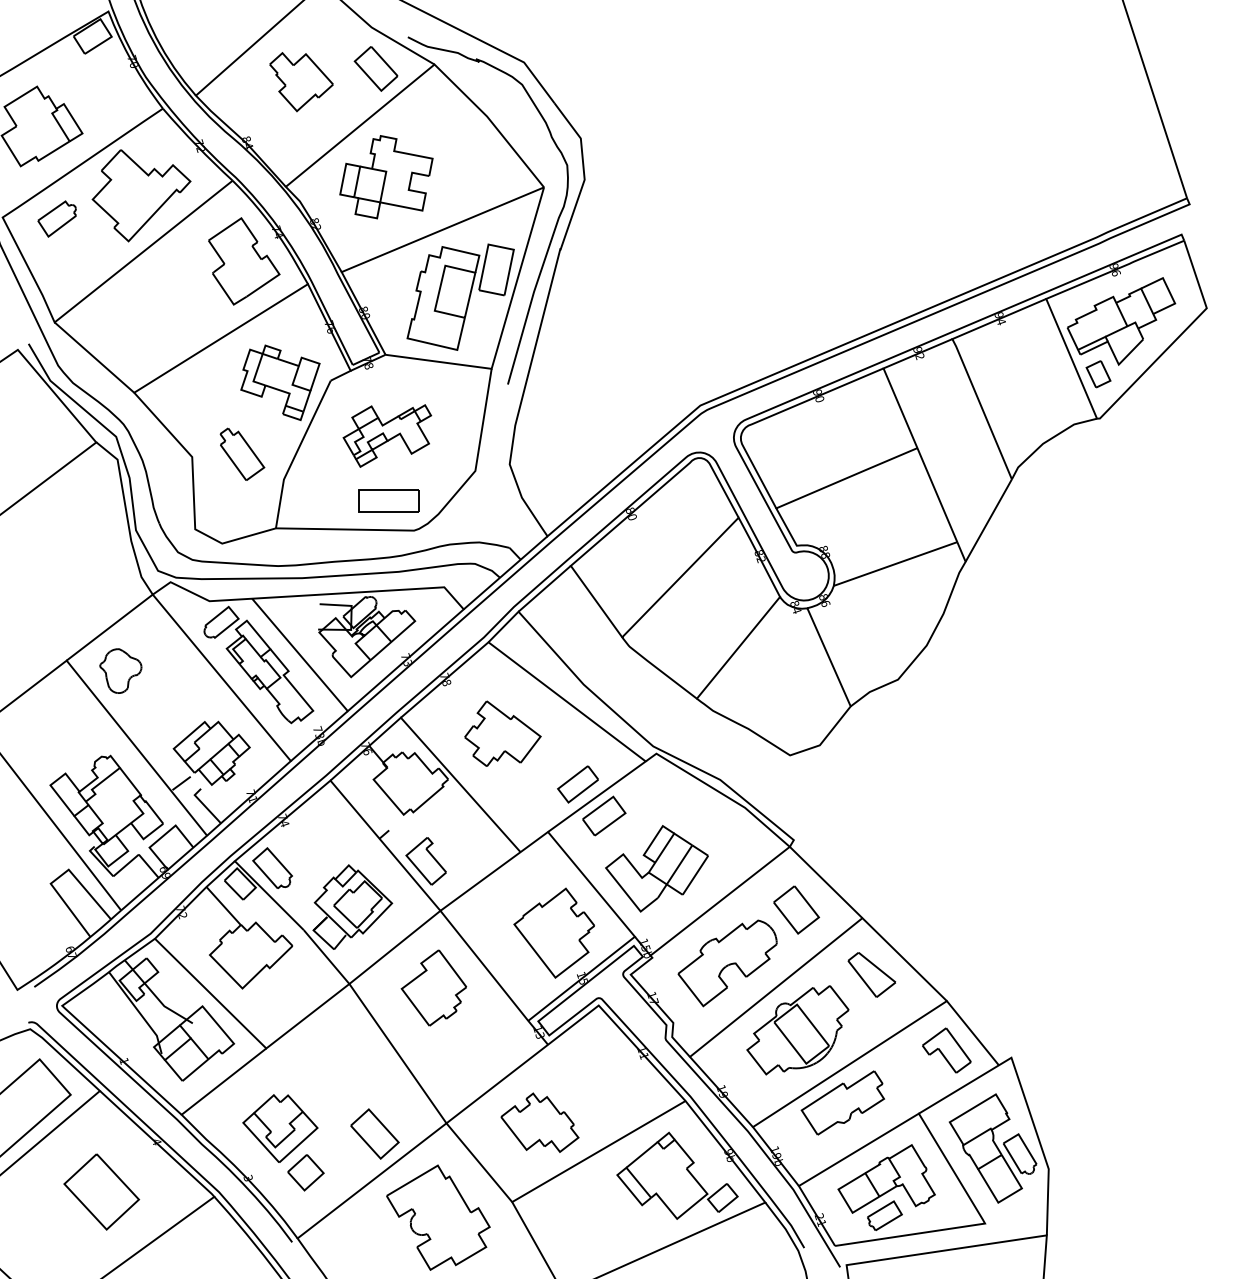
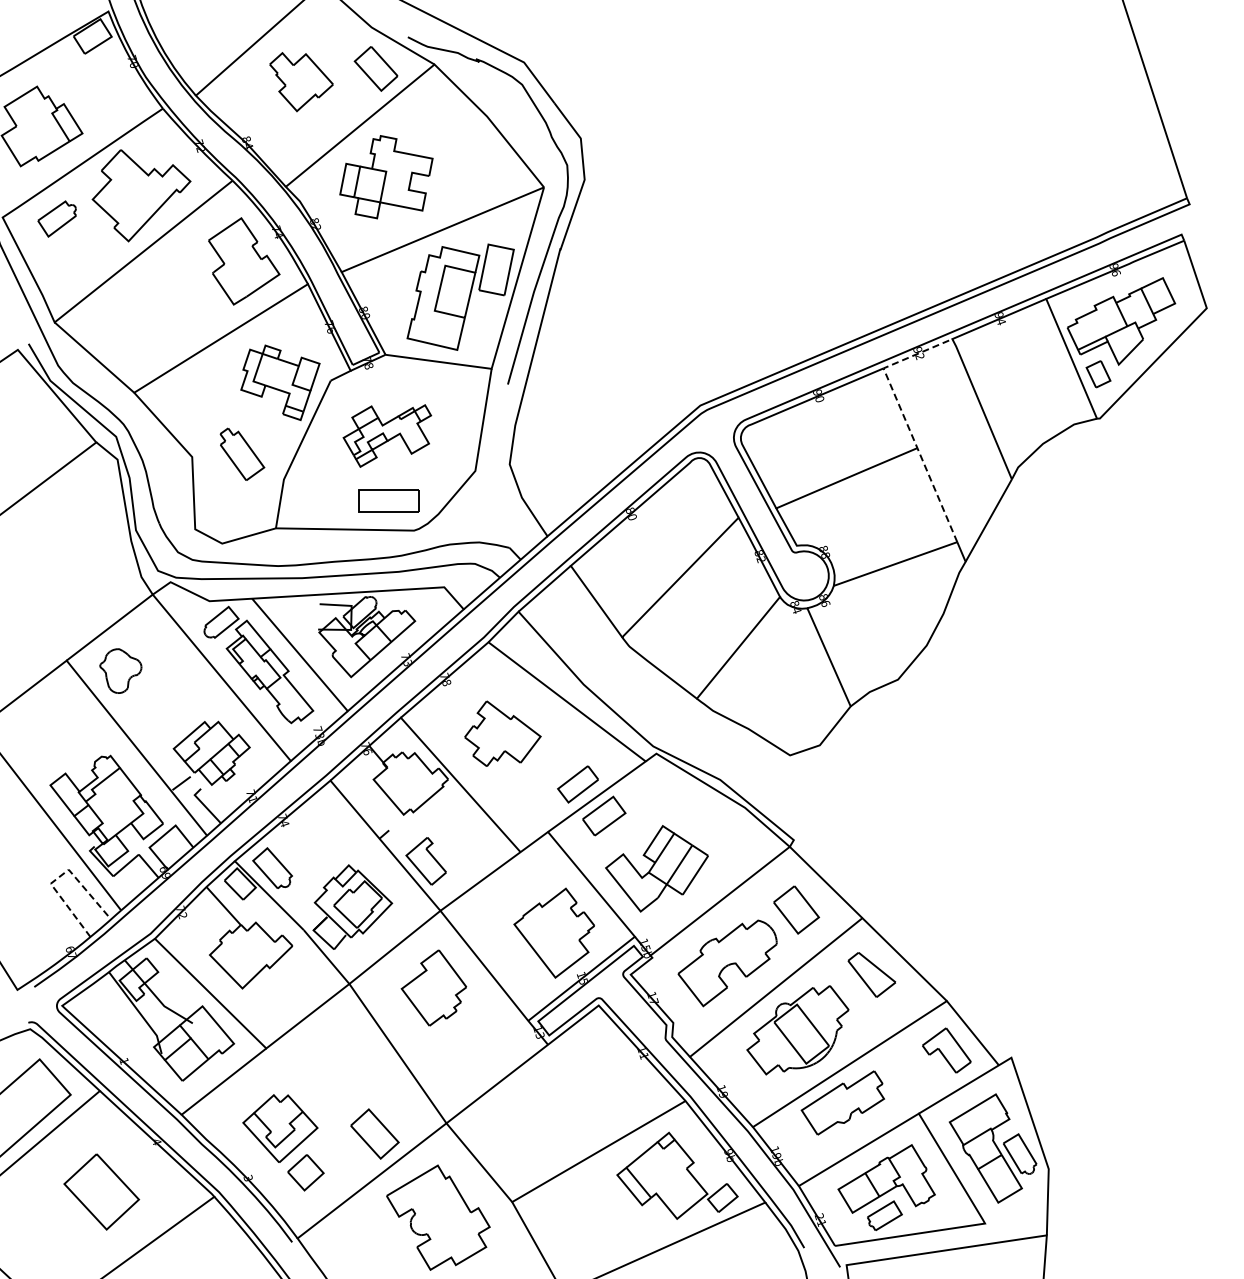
line at (905, 420): solid -> dashed
line at (59, 877): solid -> dashed
part at (539, 1122): present -> none
